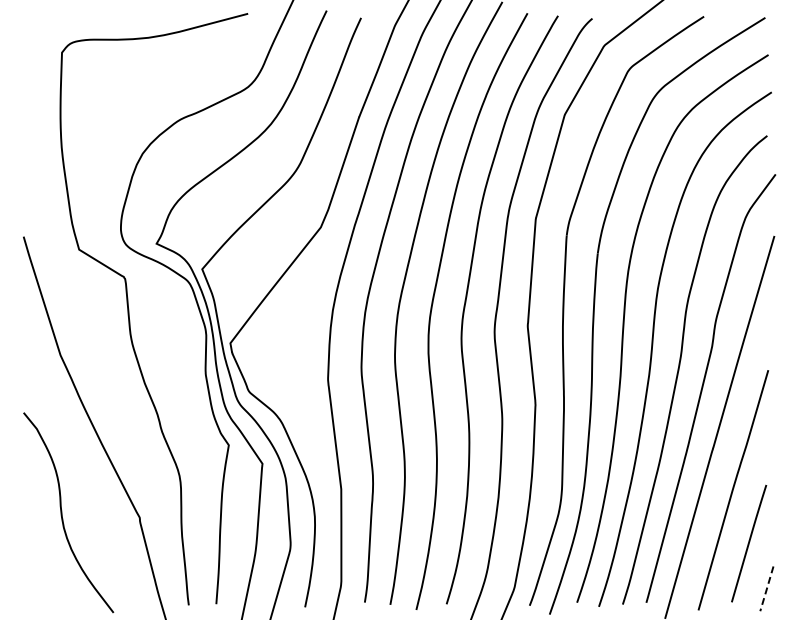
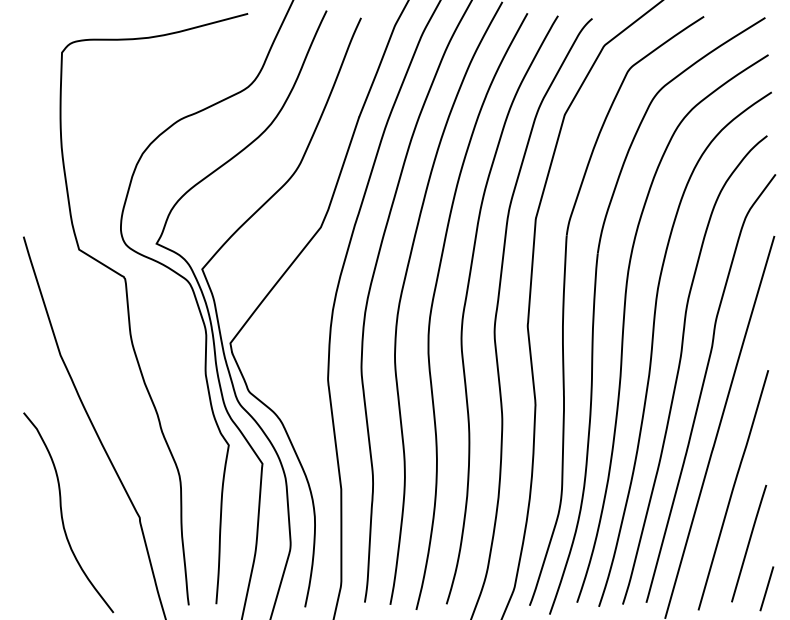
line at (766, 589): dashed -> solid
